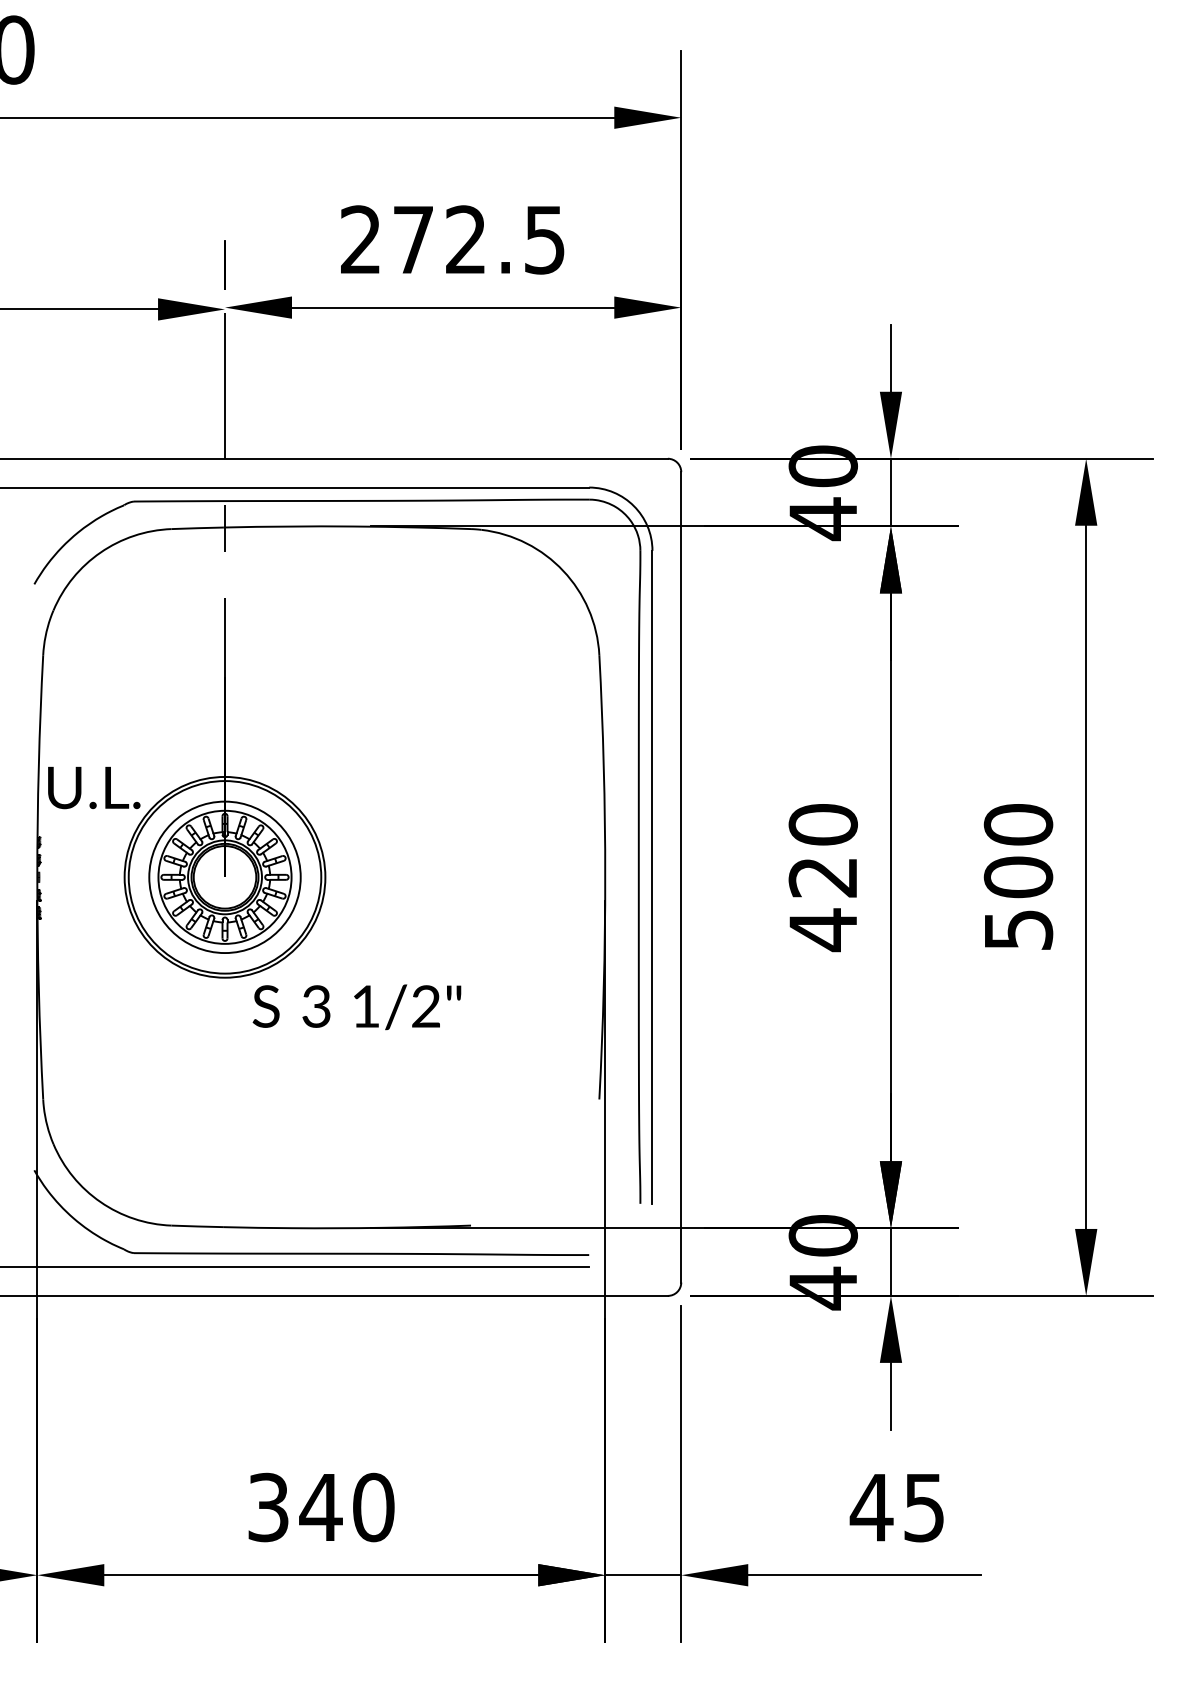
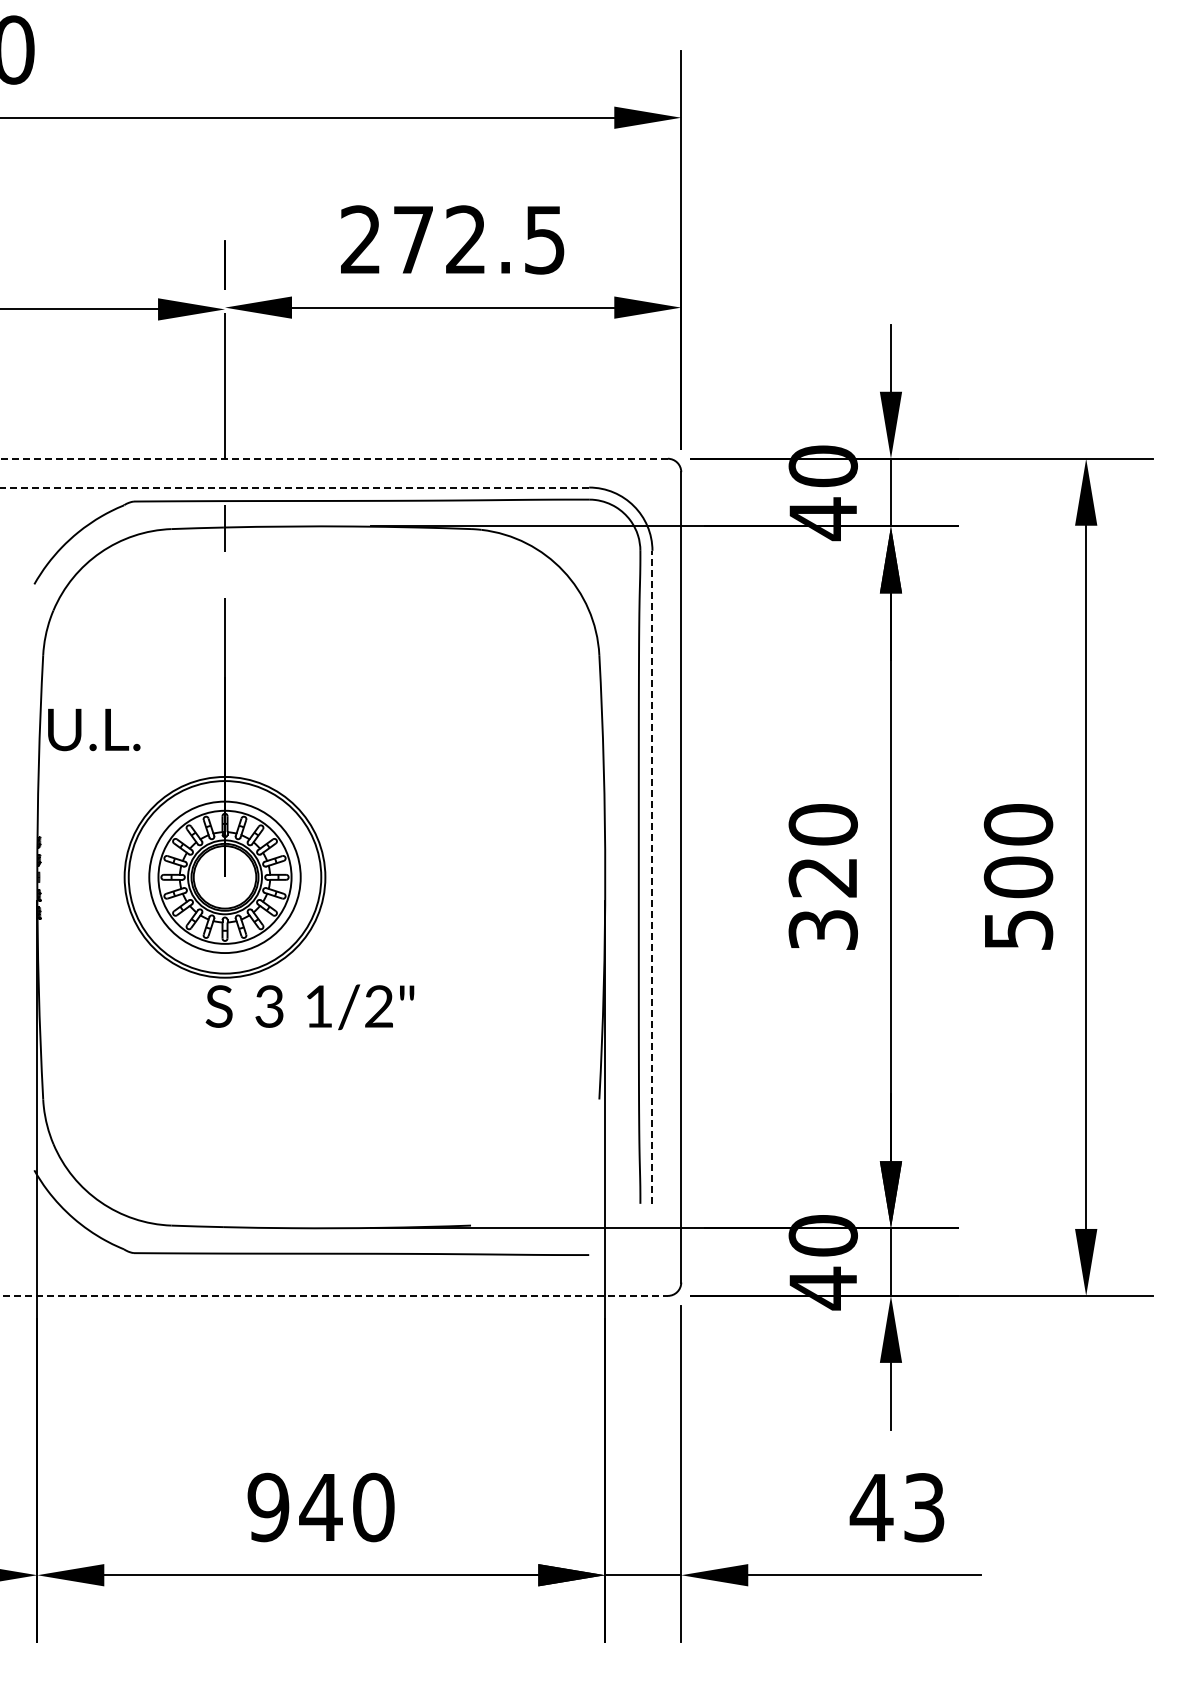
line at (334, 458): solid -> dashed
line at (294, 487): solid -> dashed
text at (94, 787) position: (94, 787) -> (94, 729)
line at (652, 876): solid -> dashed
text at (822, 930): 420 -> 320
text at (356, 1007) position: (356, 1007) -> (309, 1007)
line at (295, 1267): present -> none
line at (334, 1295): solid -> dashed
text at (268, 1507): 340 -> 940
text at (924, 1507): 45 -> 43
